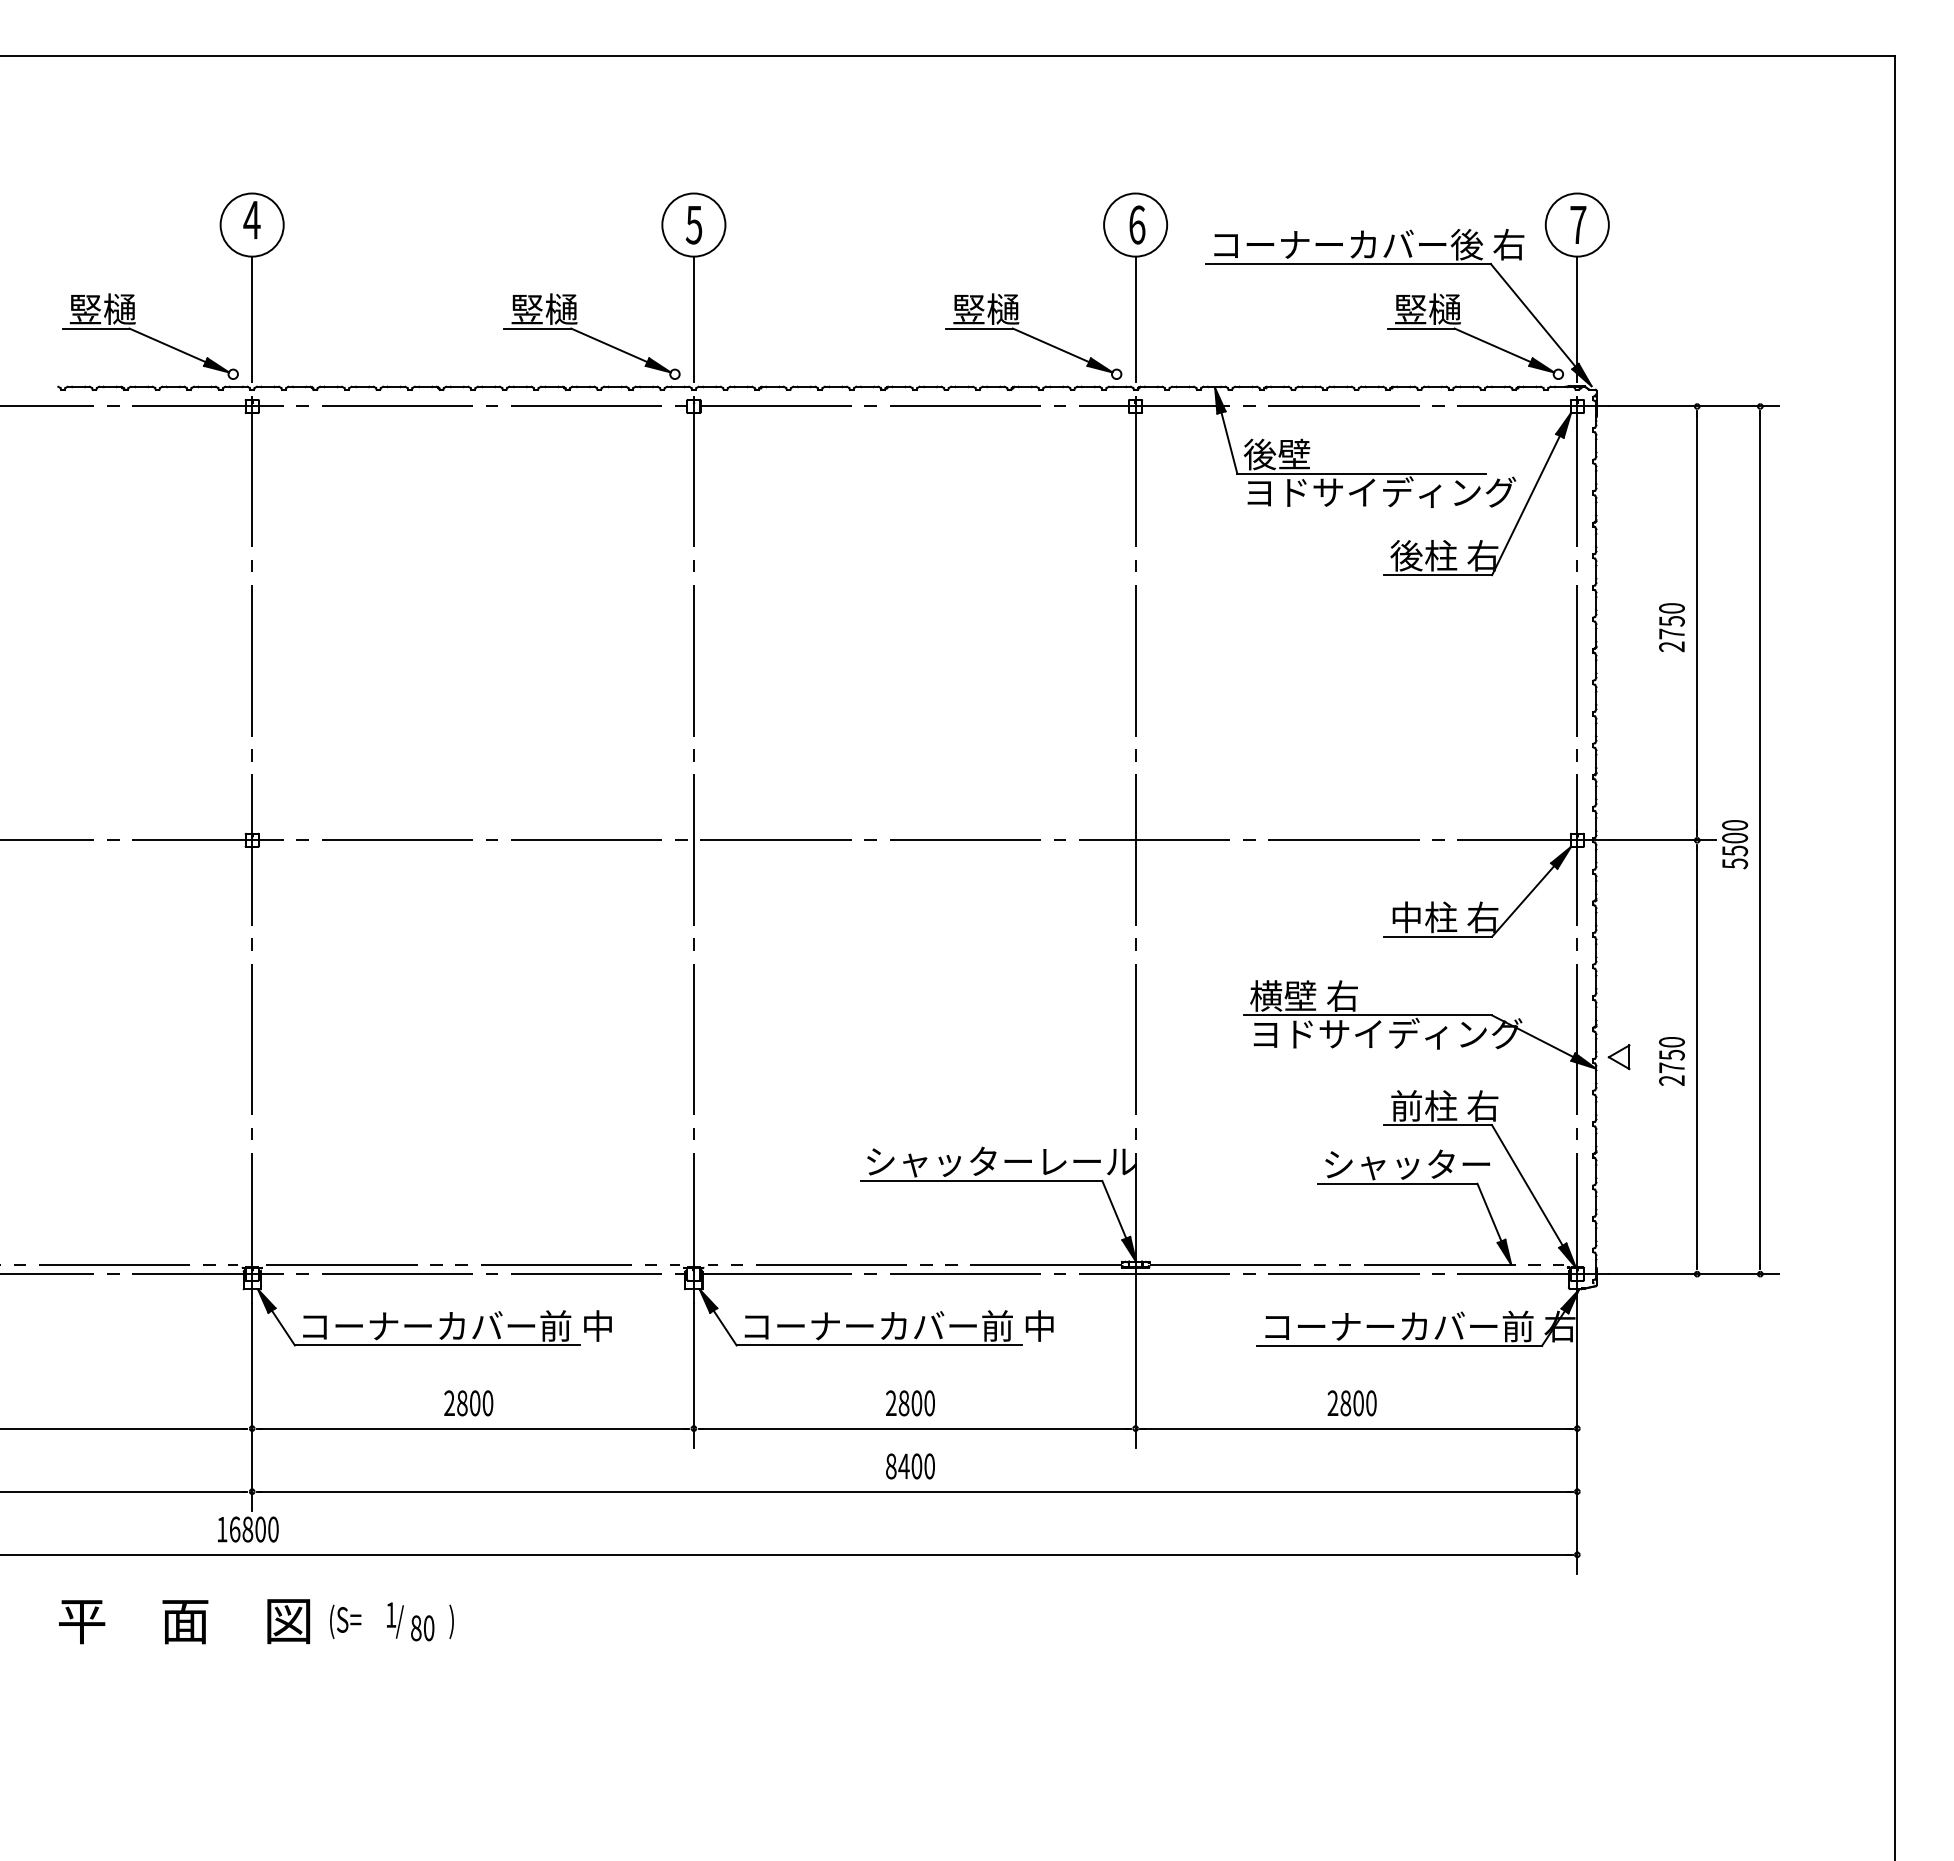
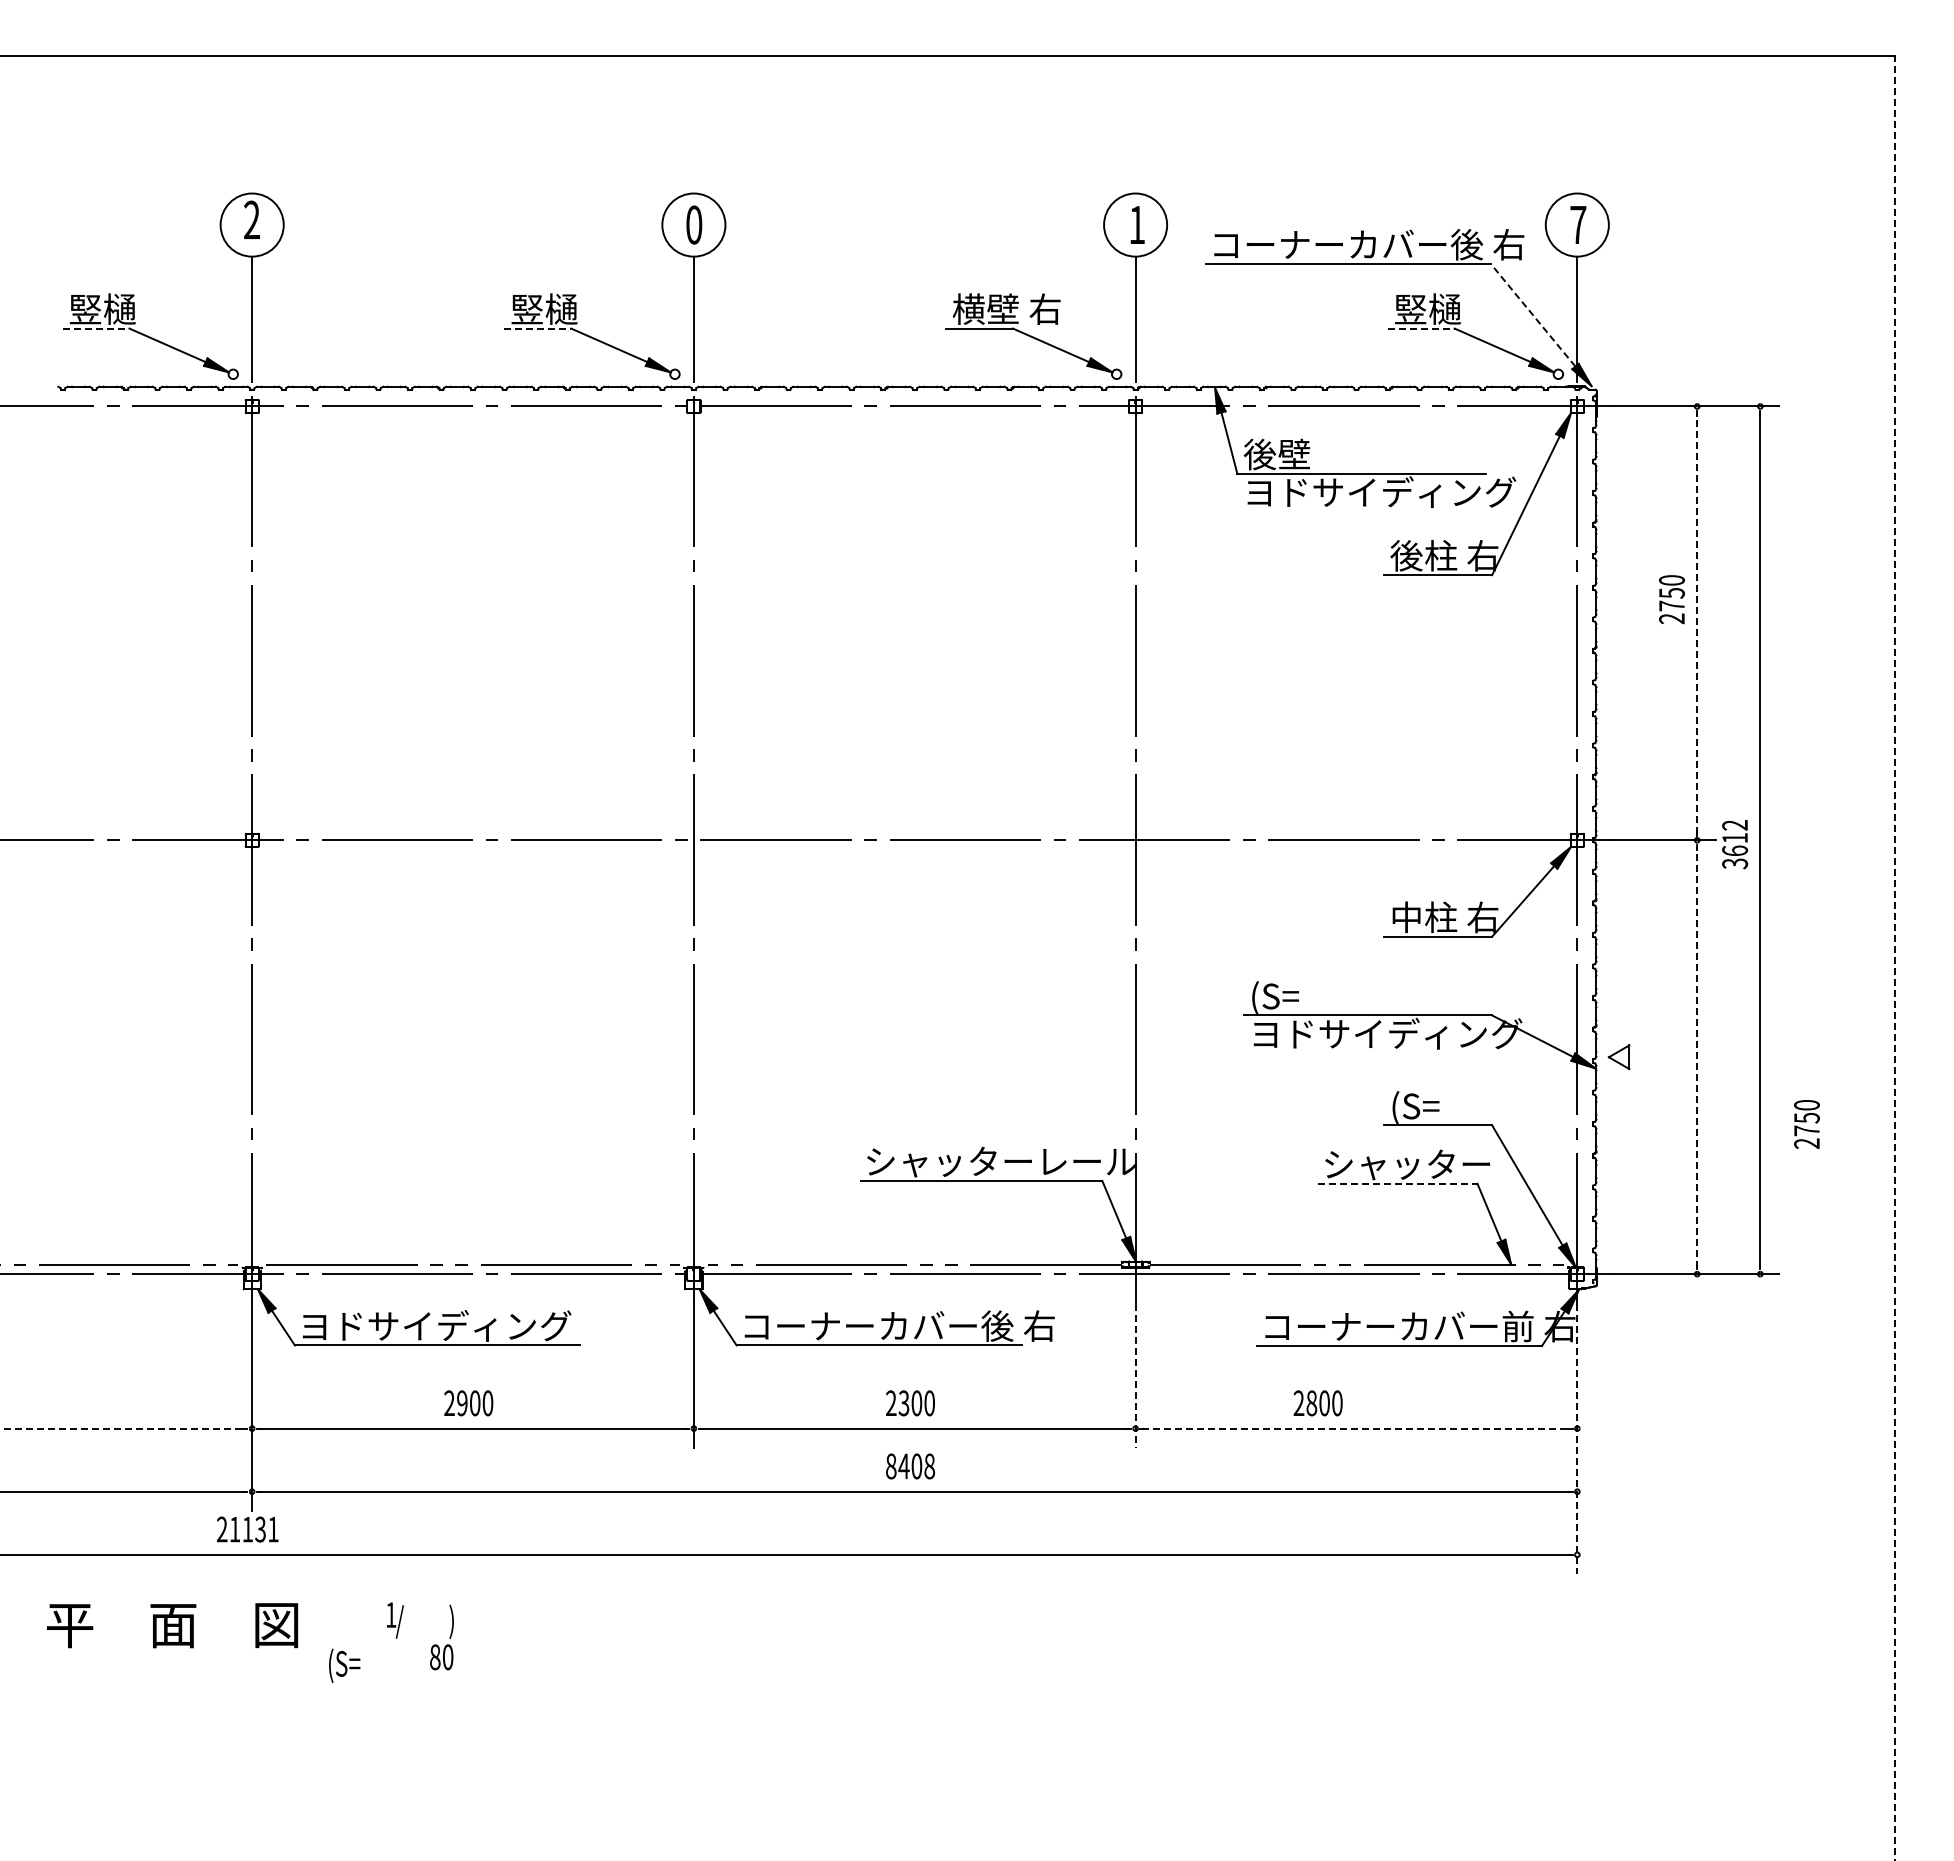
text at (251, 219): 4 -> 2
text at (693, 224): 5 -> 0
text at (1137, 224): 6 -> 1
text at (1006, 308): 竪樋 -> 横壁 右
line at (1532, 314): solid -> dashed
line at (96, 328): solid -> dashed
line at (538, 328): solid -> dashed
line at (1421, 328): solid -> dashed
line at (1697, 623): solid -> dashed
text at (1671, 627) position: (1671, 627) -> (1671, 599)
text at (1735, 844): 5500 -> 3612
line at (1895, 957): solid -> dashed
text at (1303, 996): 横壁 右 -> (S=
line at (1697, 1057): solid -> dashed
text at (1671, 1061) position: (1671, 1061) -> (1806, 1124)
text at (1444, 1106): 前柱 右 -> (S=
line at (1397, 1183): solid -> dashed
text at (456, 1325): コーナーカバー前 中 -> ヨドサイディング
text at (1017, 1325): コーナーカバー前 中 -> コーナーカバー後 右
line at (1135, 1375): solid -> dashed
text at (462, 1403): 2800 -> 2900
text at (903, 1403): 2800 -> 2300
text at (1351, 1403) position: (1351, 1403) -> (1317, 1403)
line at (123, 1428): solid -> dashed
line at (1356, 1428): solid -> dashed
line at (1577, 1439): solid -> dashed
text at (929, 1466): 8400 -> 8408
text at (247, 1529): 16800 -> 21131
text at (184, 1621) position: (184, 1621) -> (172, 1625)
text at (345, 1621) position: (345, 1621) -> (344, 1665)
text at (422, 1628) position: (422, 1628) -> (441, 1657)
